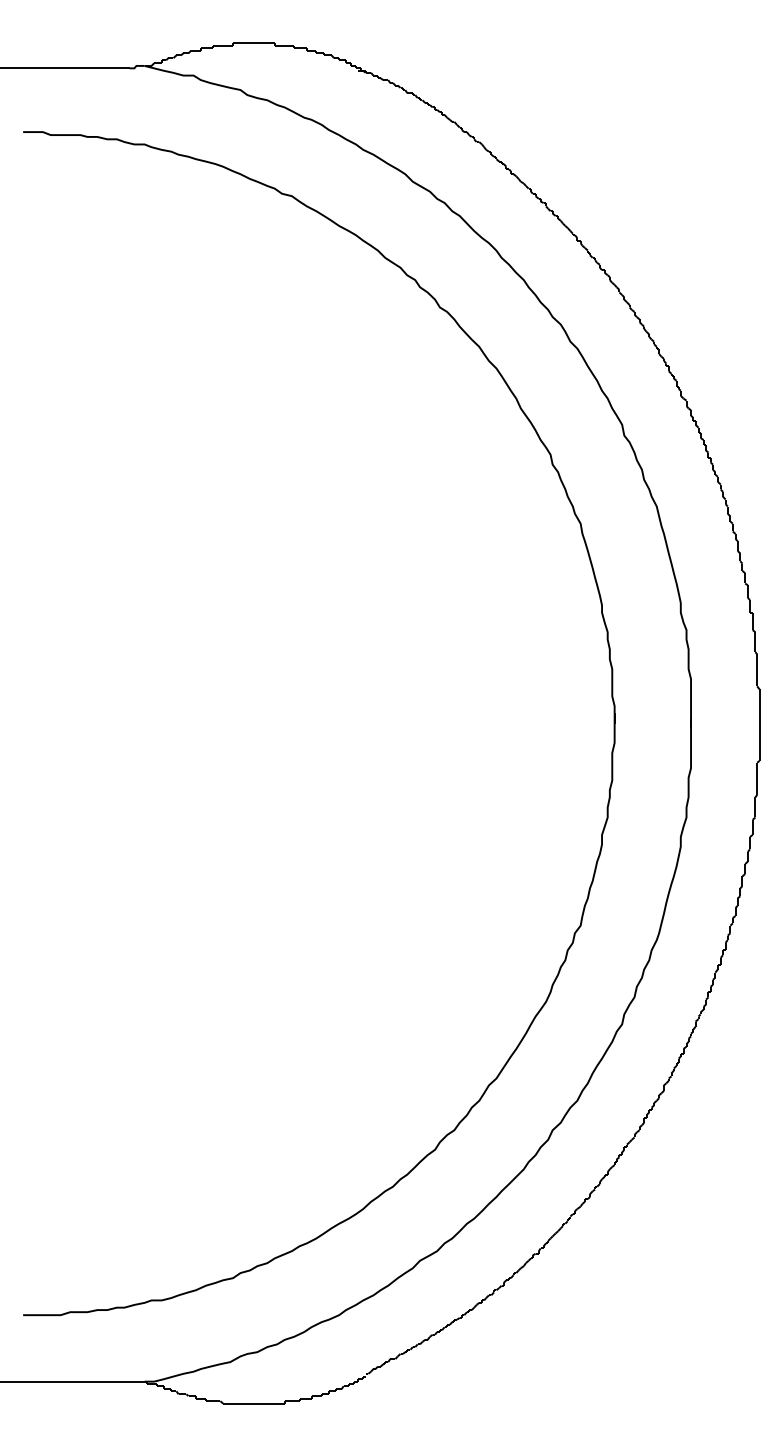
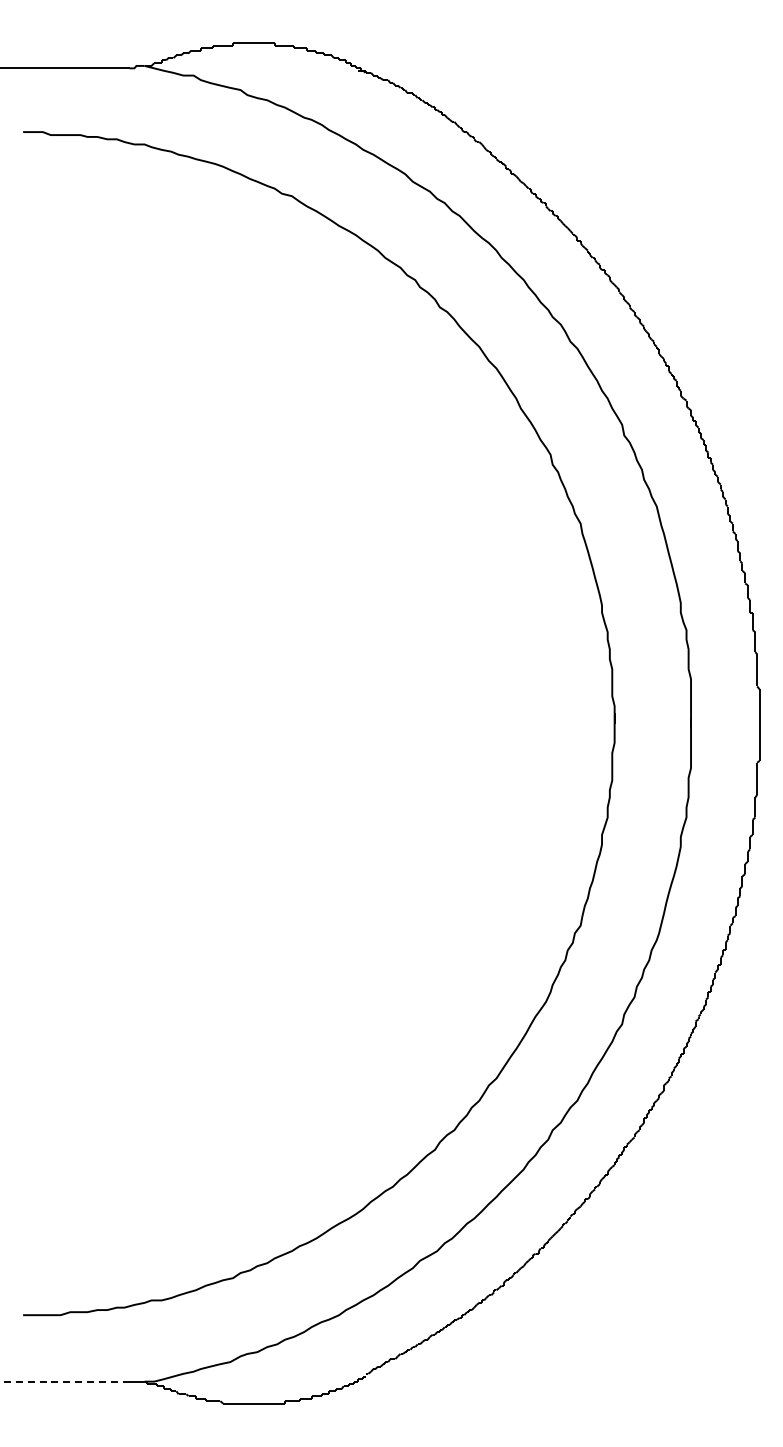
line at (64, 1381): solid -> dashed
